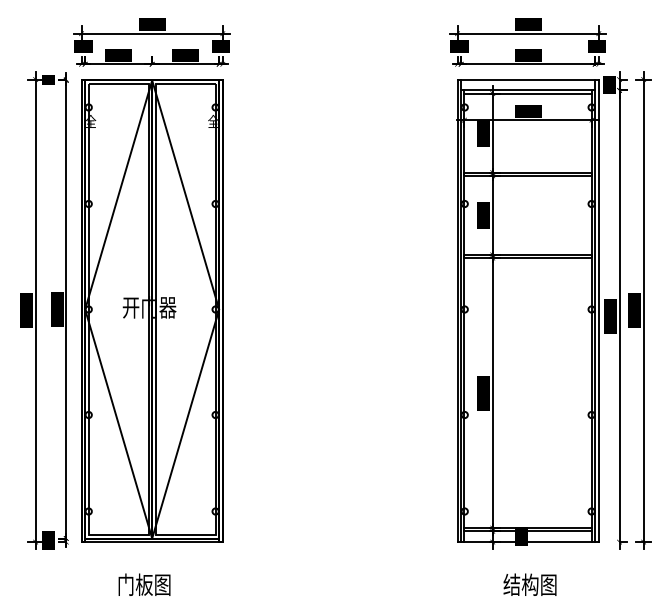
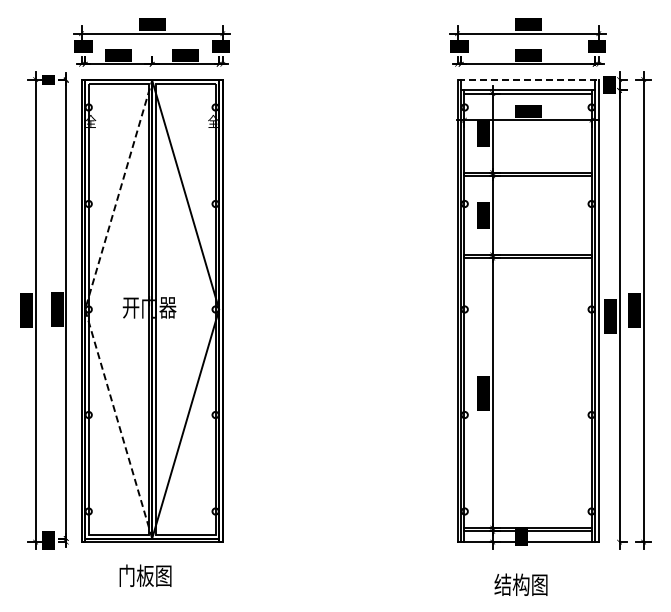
line at (528, 79): solid -> dashed
line at (85, 309): solid -> dashed
text at (144, 584) position: (144, 584) -> (145, 575)
text at (529, 584) position: (529, 584) -> (520, 584)
